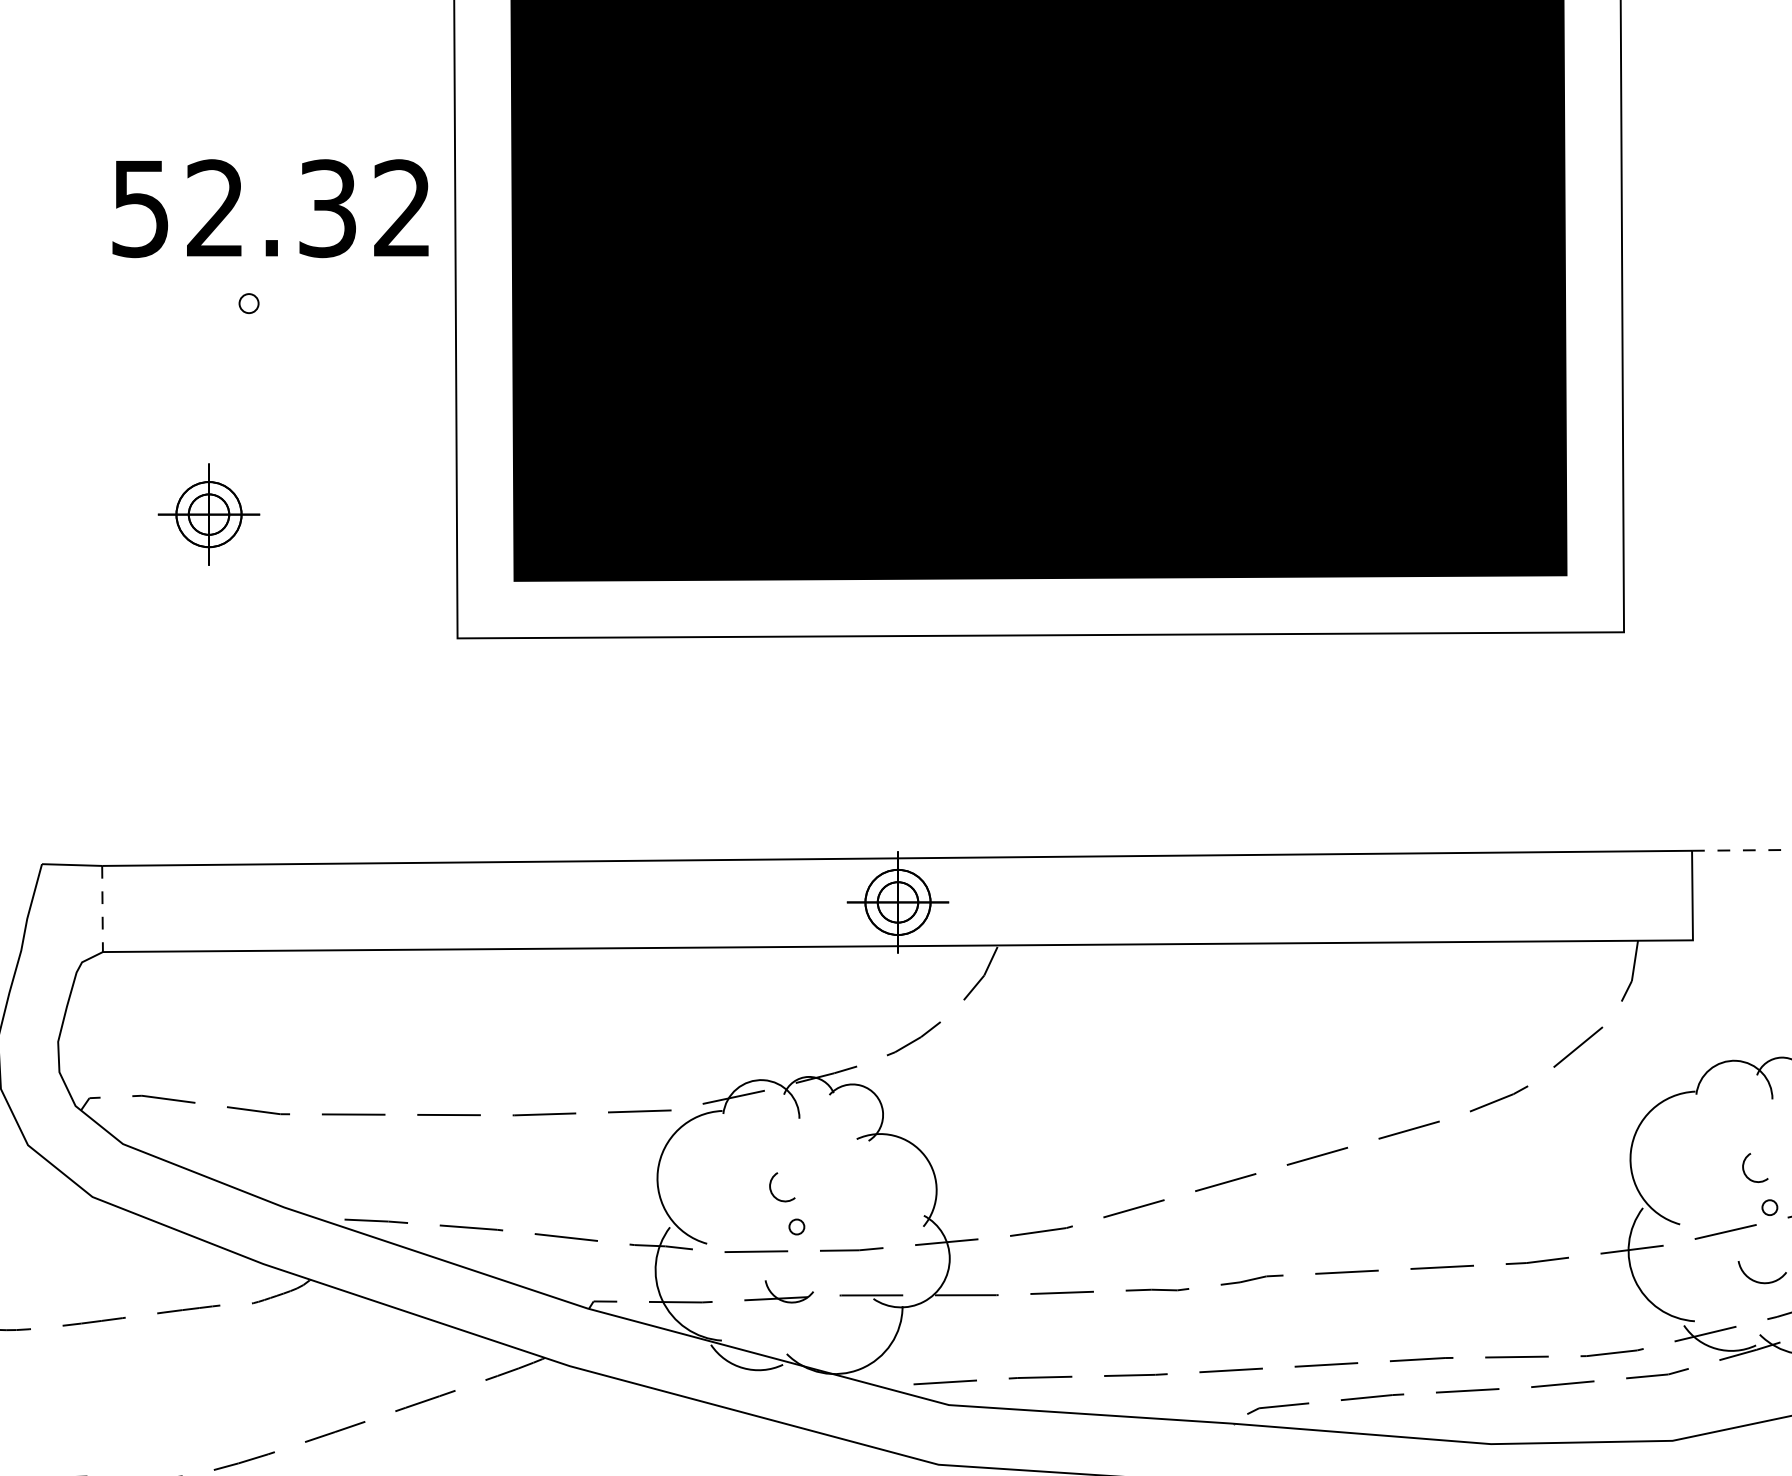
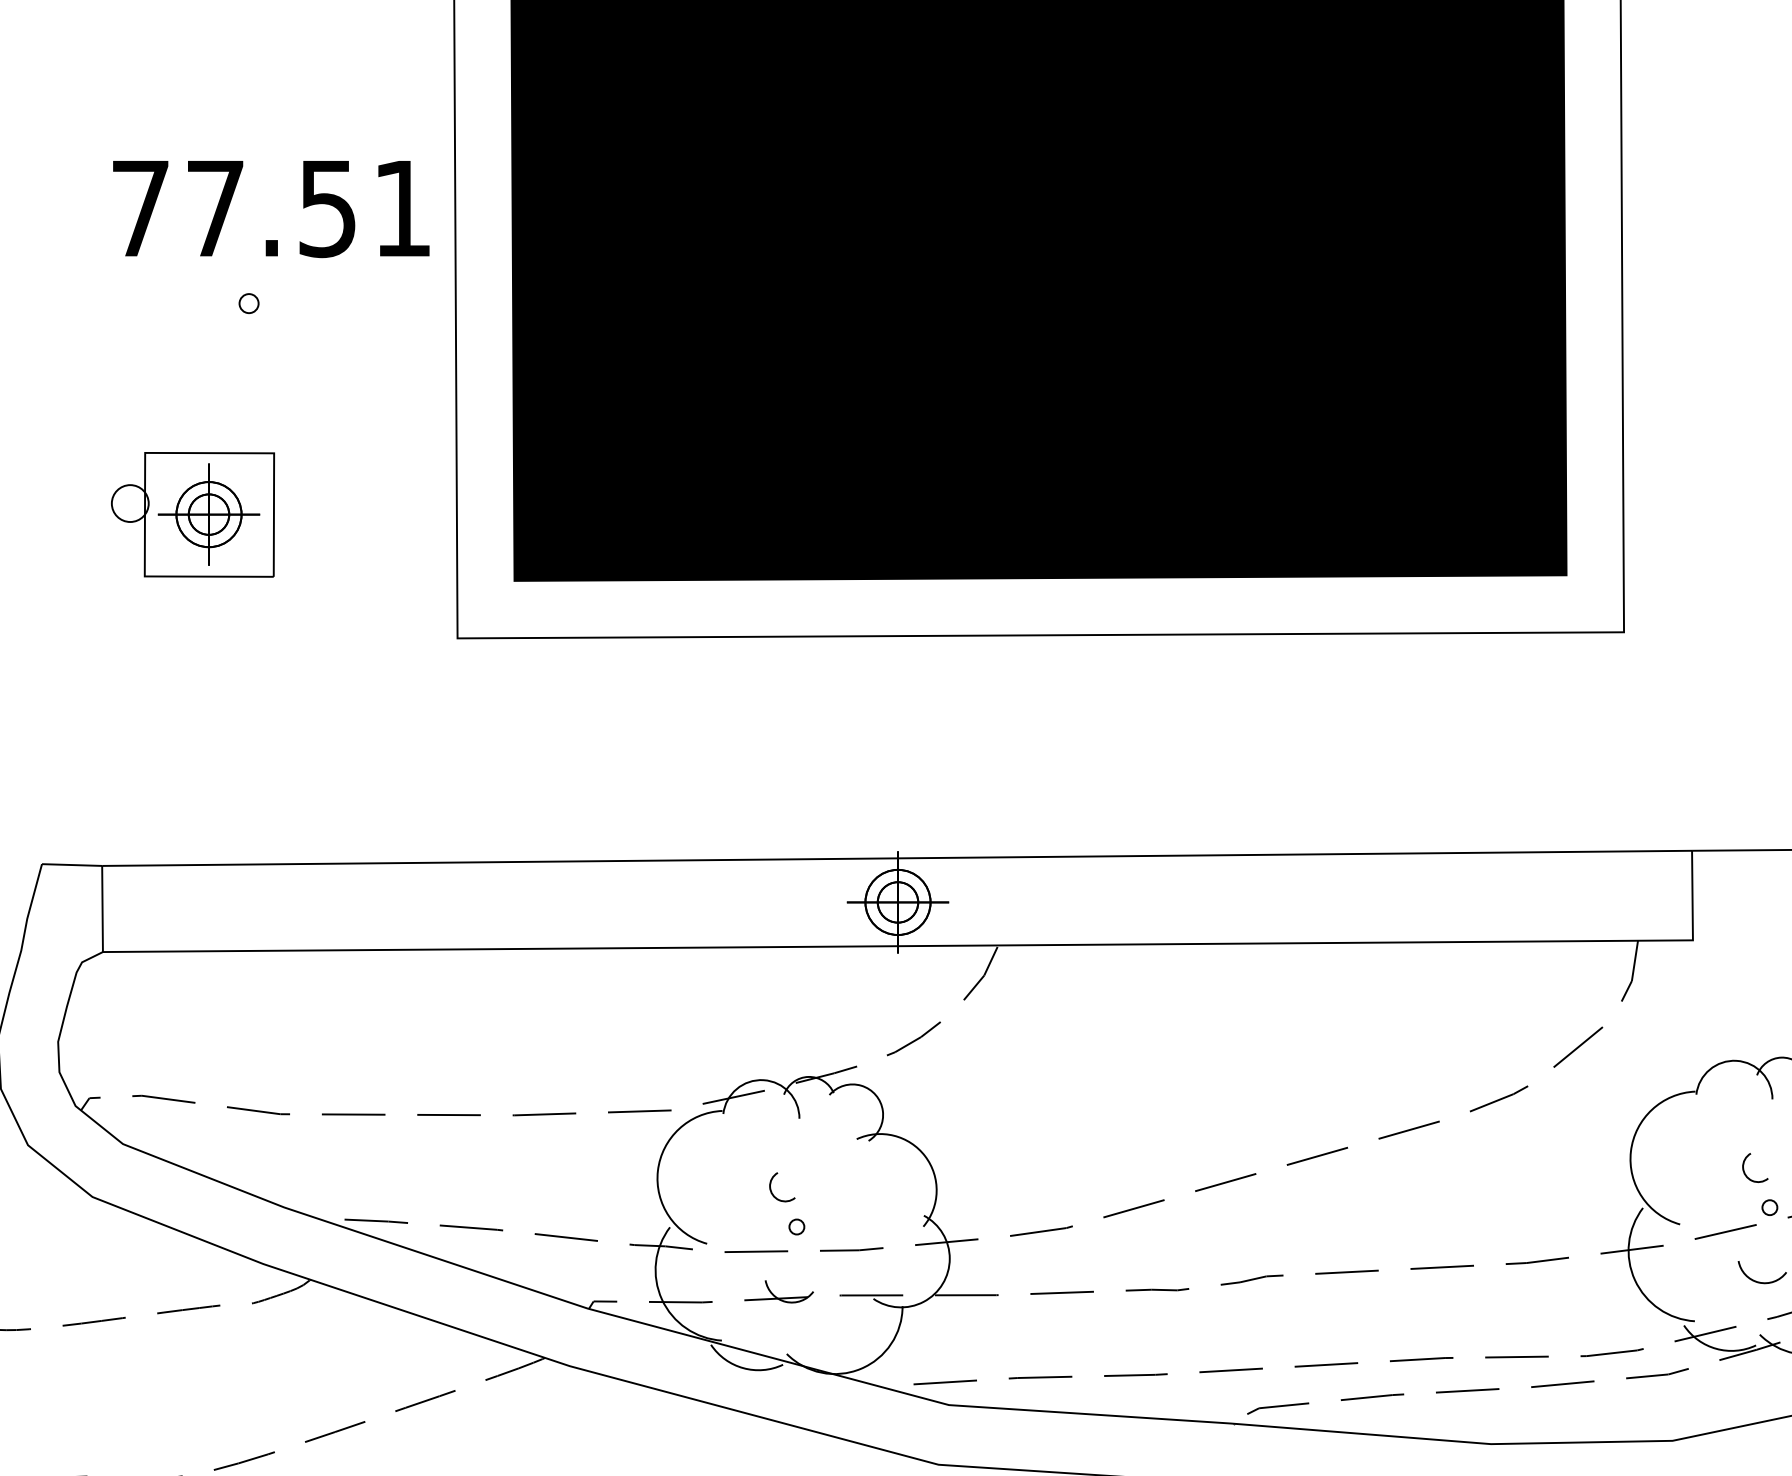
text at (270, 208): 52.32 -> 77.51
part at (192, 514): none -> present
line at (1741, 850): dashed -> solid
line at (102, 909): dashed -> solid
